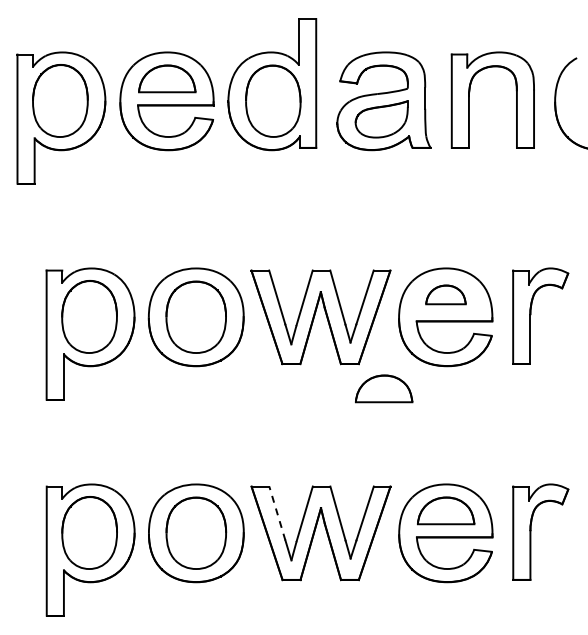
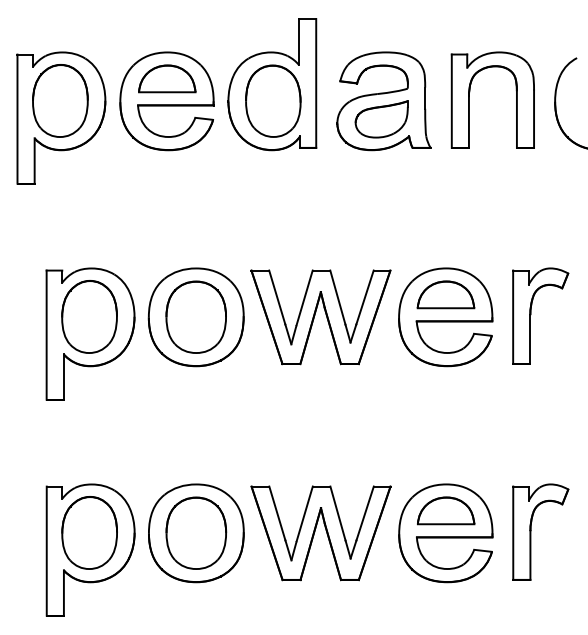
part at (445, 294) size: 42x22 px -> 60x30 px
part at (384, 388): present -> none
line at (277, 513): dashed -> solid
